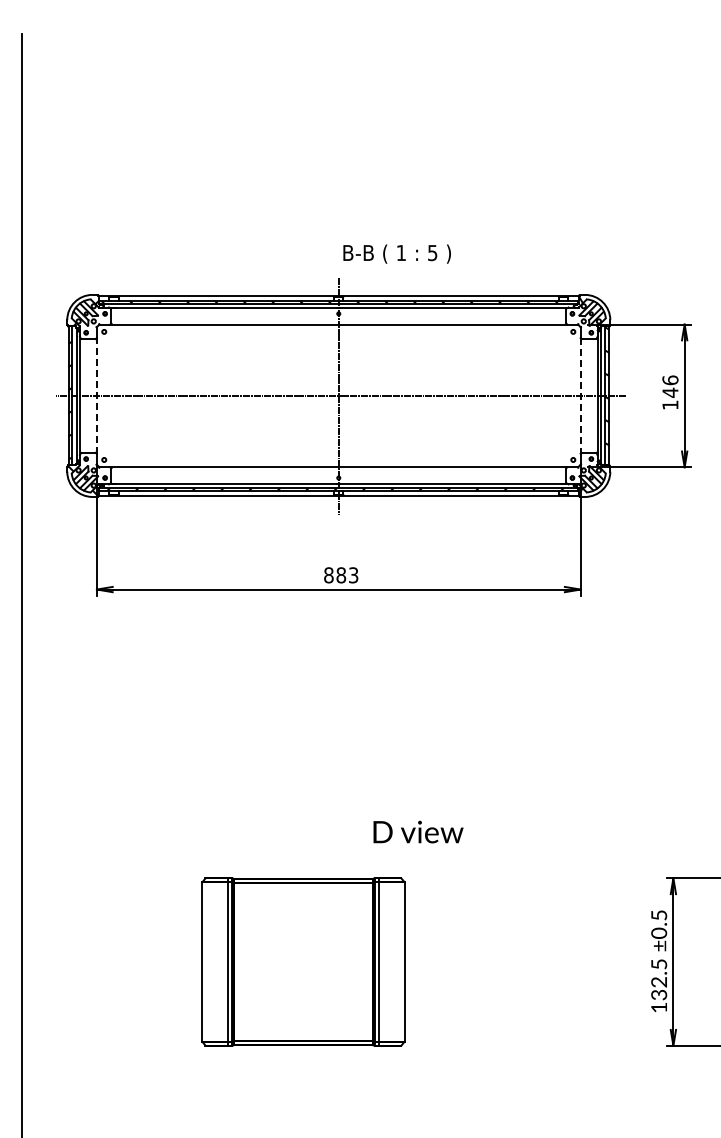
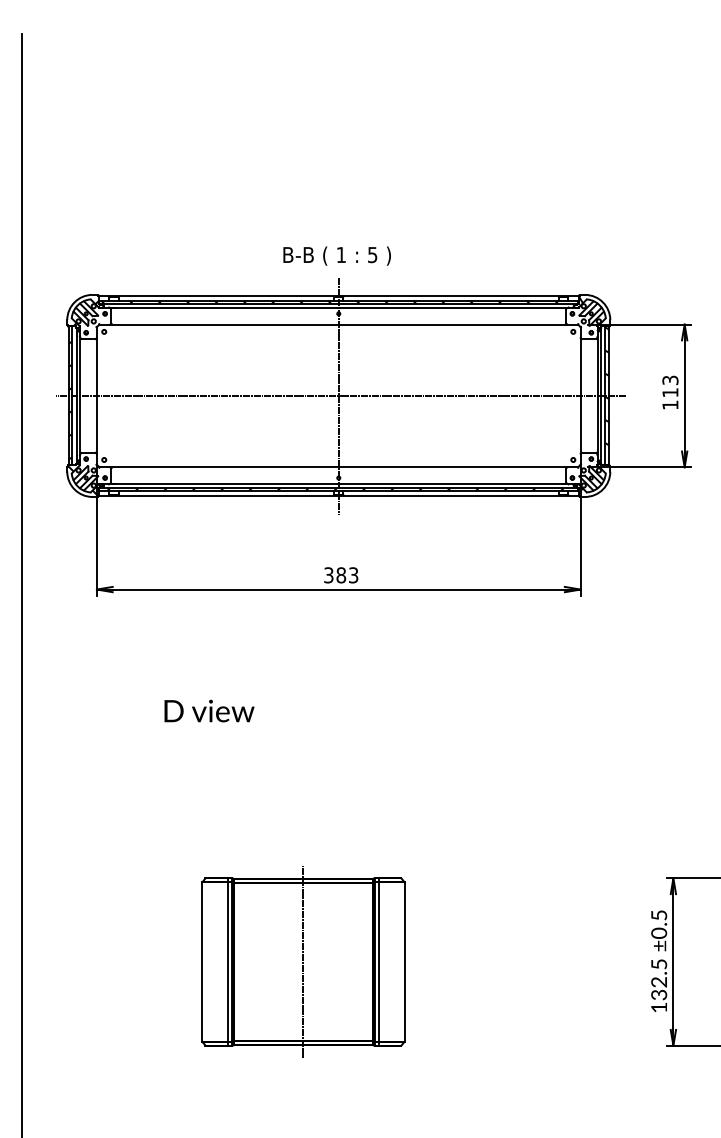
text at (396, 253) position: (396, 253) -> (336, 255)
text at (670, 386): 146 -> 113
line at (96, 395): dashed -> solid
line at (580, 396): dashed -> solid
text at (328, 575): 883 -> 383
text at (418, 831) position: (418, 831) -> (209, 710)
line at (303, 961): none -> present
